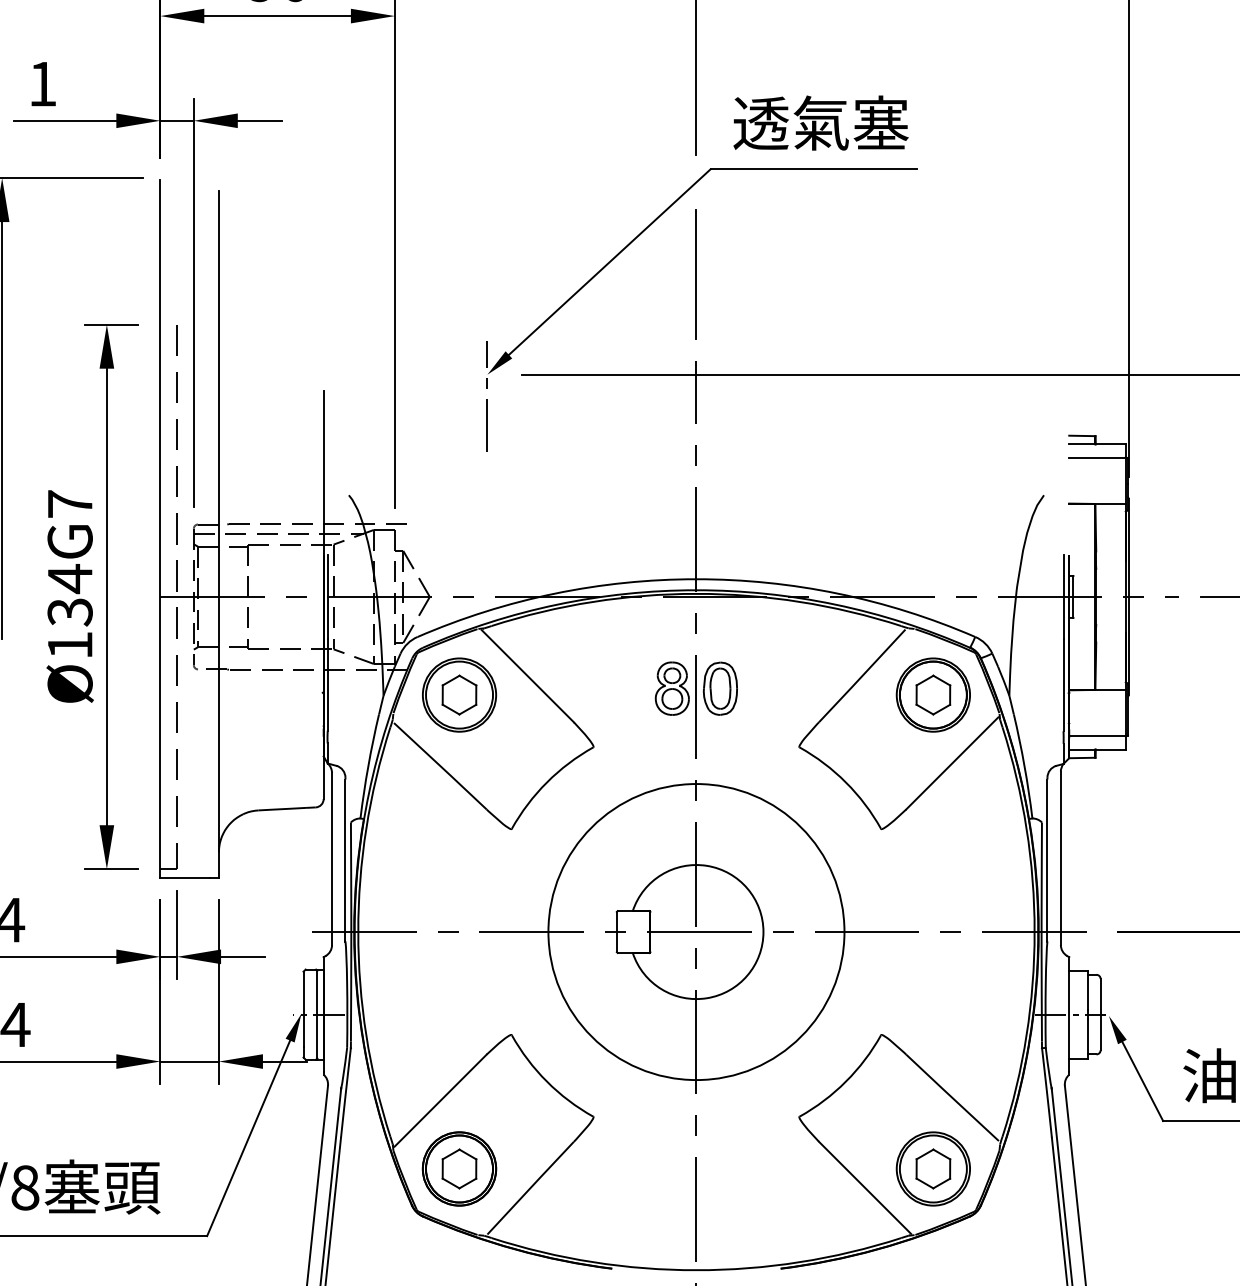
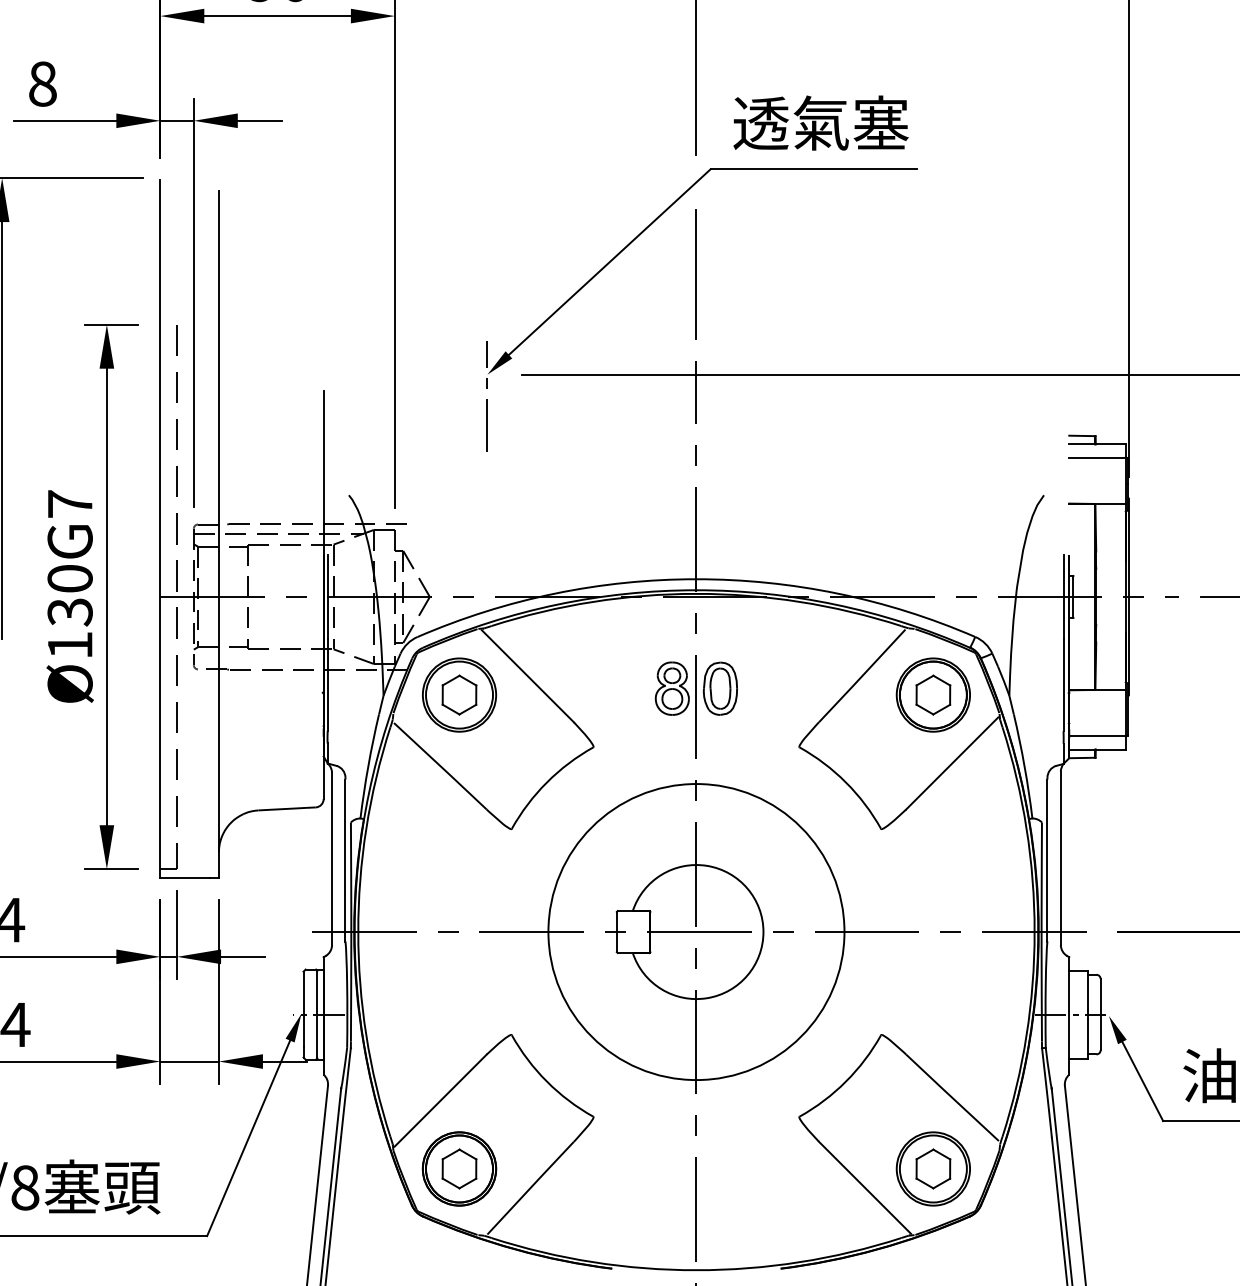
text at (42, 83): 1 -> 8
text at (69, 579): Ø134G7 -> Ø130G7
